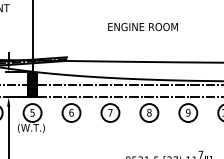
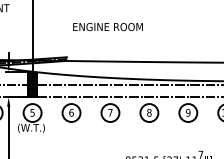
text at (142, 27) position: (142, 27) -> (107, 27)
